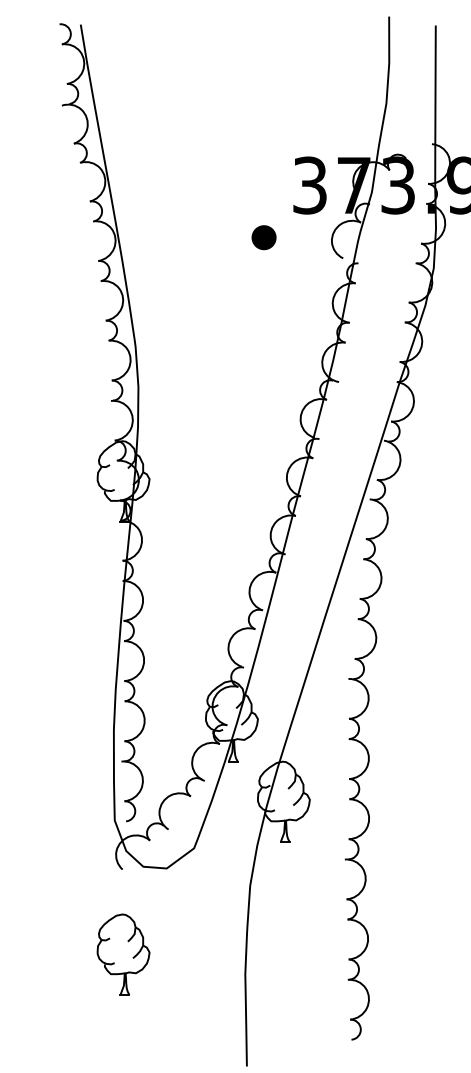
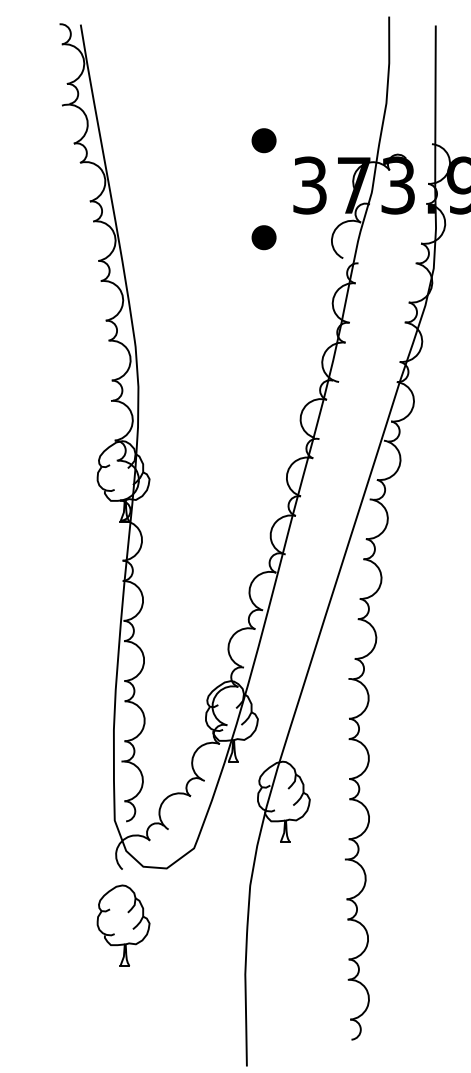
part at (263, 140): none -> present
part at (123, 954) position: (123, 954) -> (123, 925)
